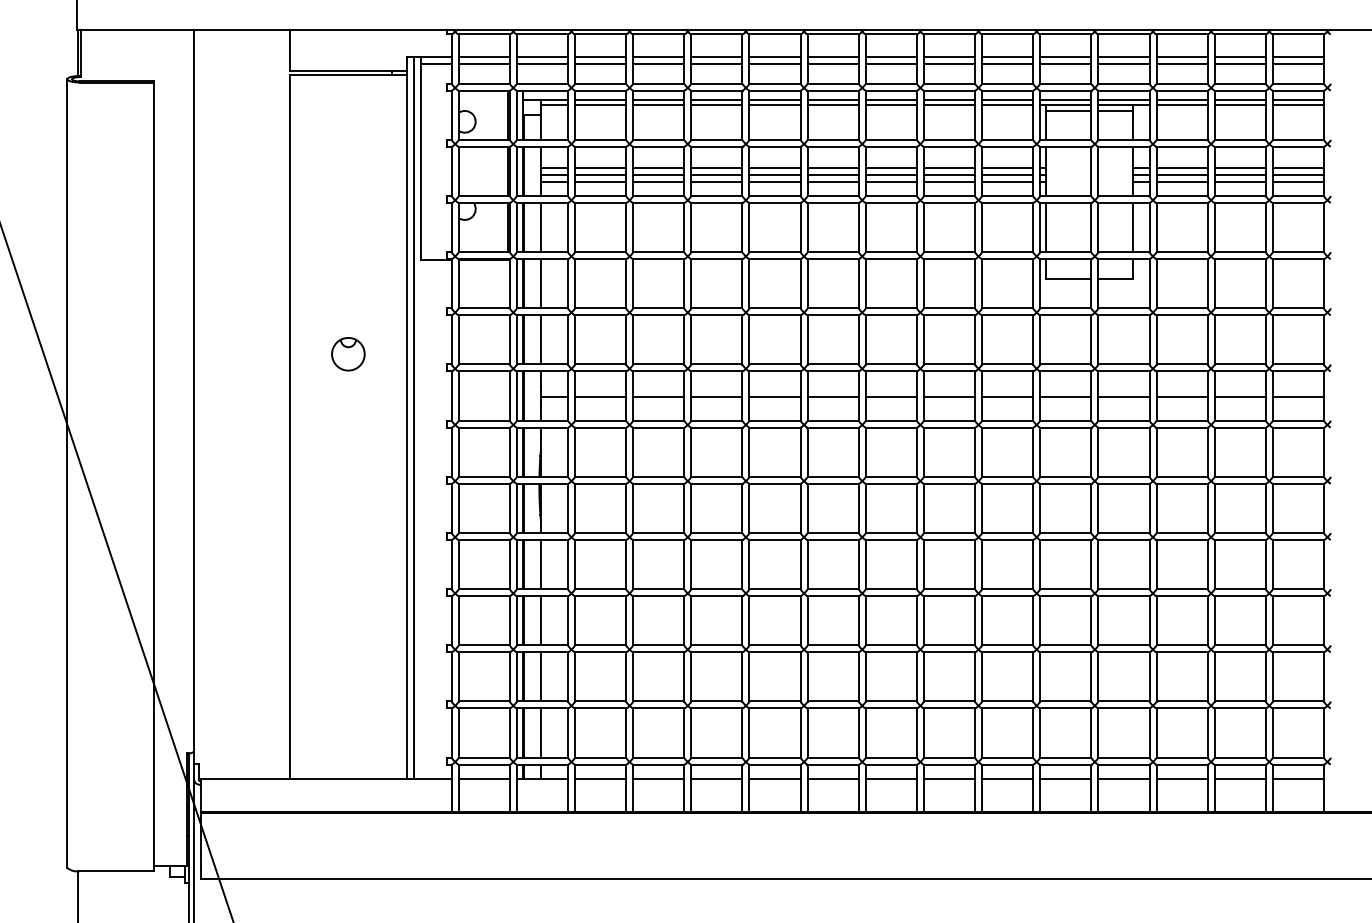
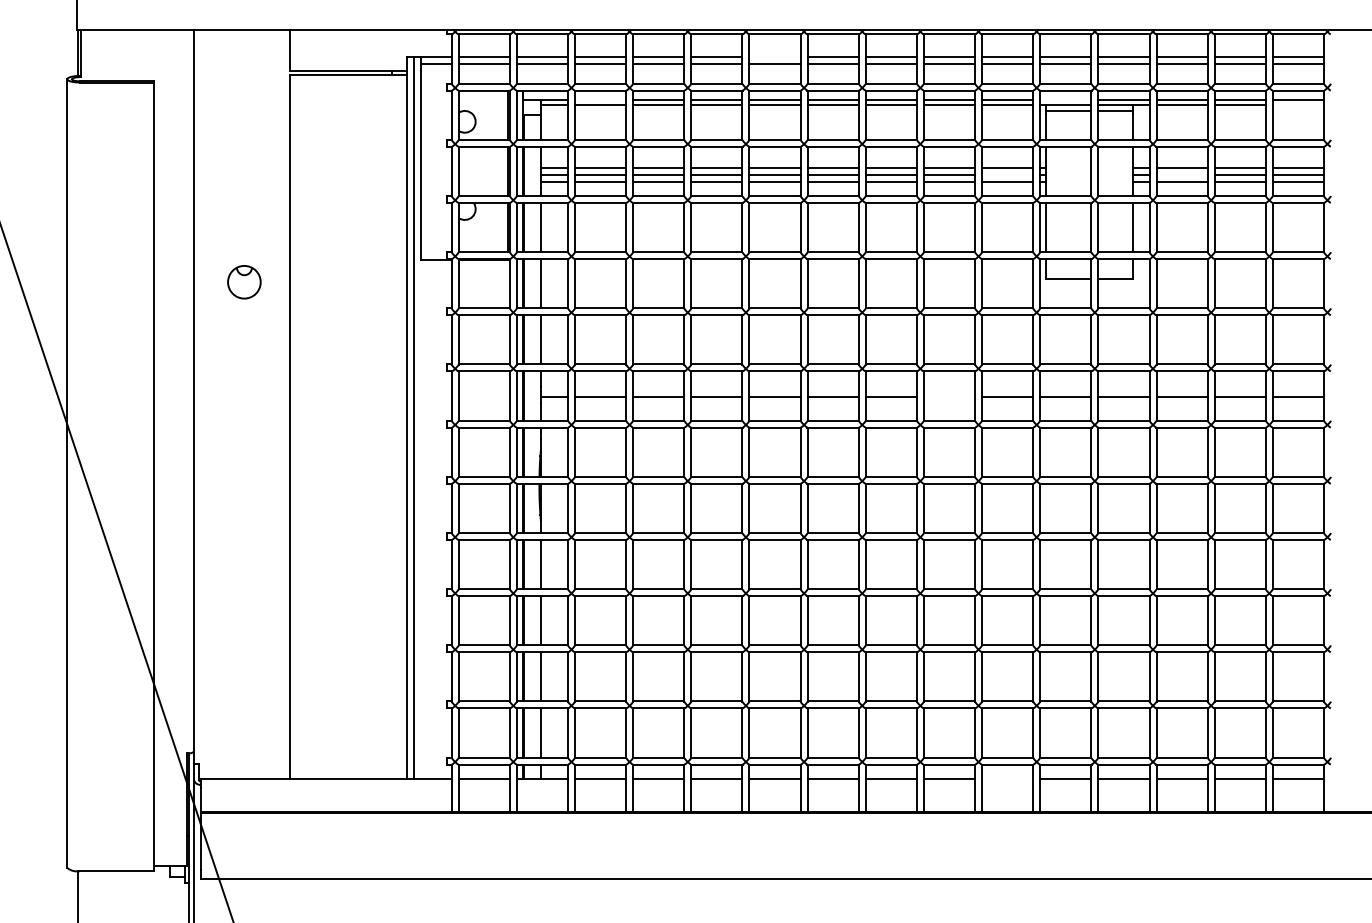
line at (774, 56): present -> none
line at (600, 100): present -> none
line at (1065, 100): present -> none
line at (1297, 104): present -> none
line at (1007, 175): present -> none
line at (1181, 175): present -> none
part at (348, 354) position: (348, 354) -> (244, 282)
line at (949, 397): present -> none
line at (1007, 779): present -> none
